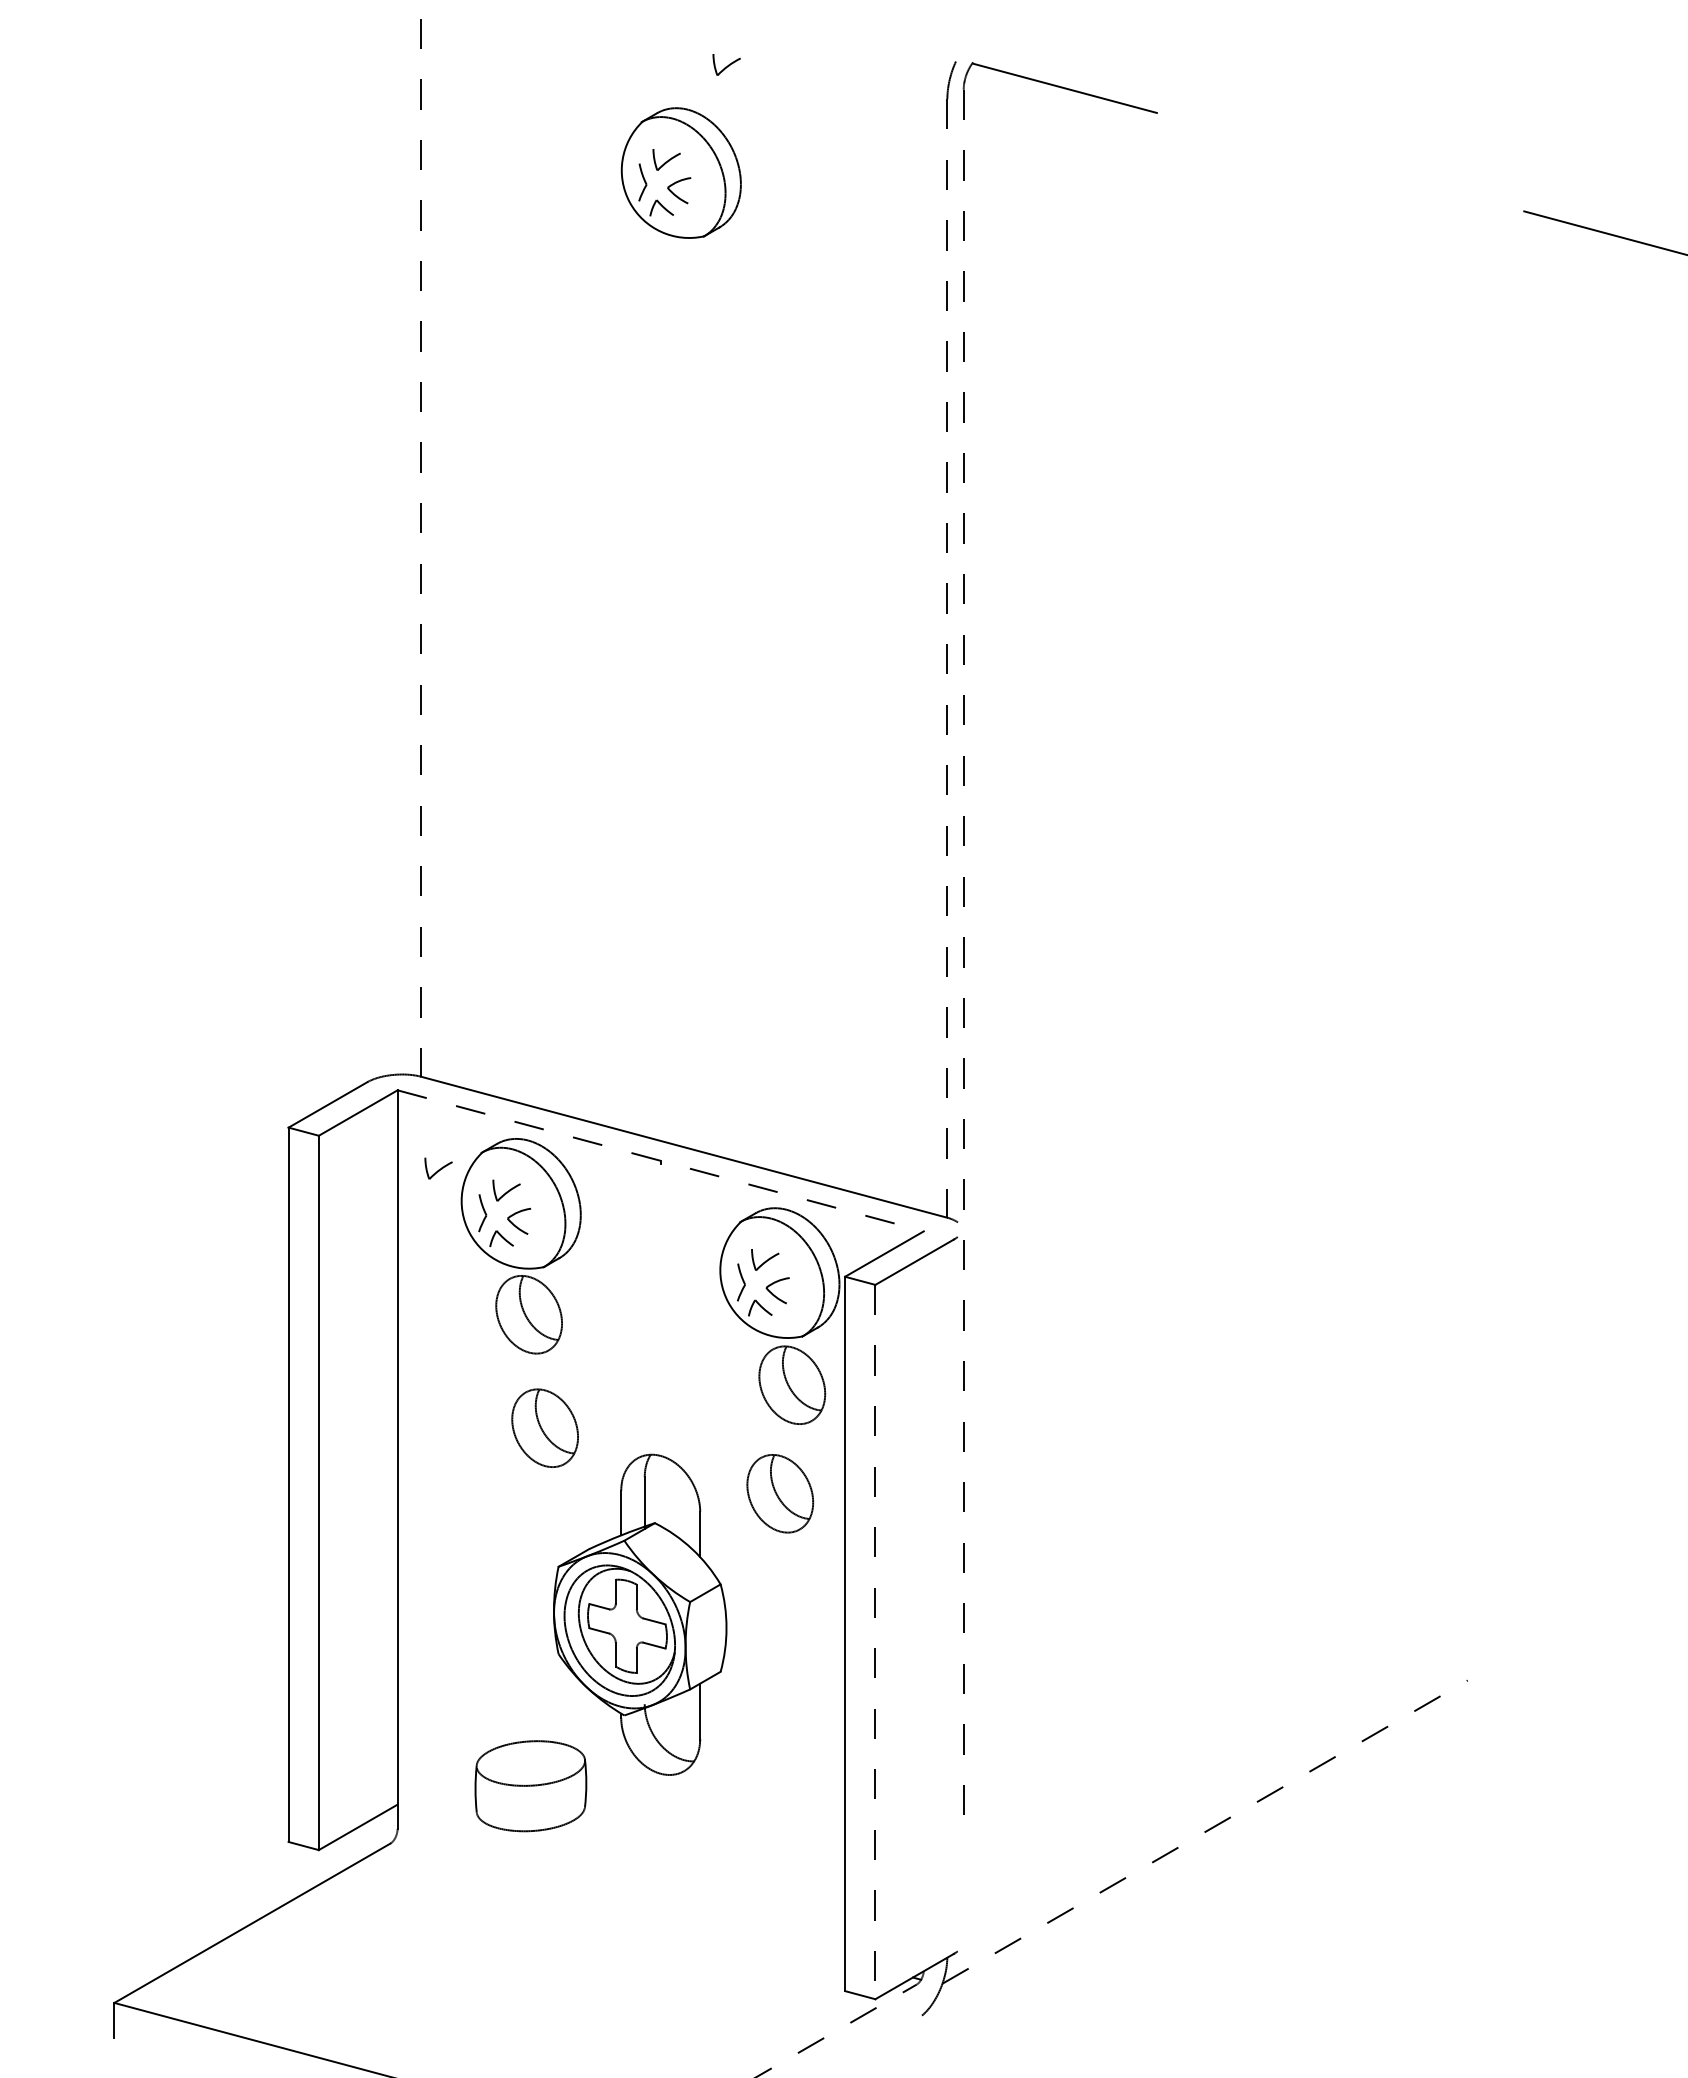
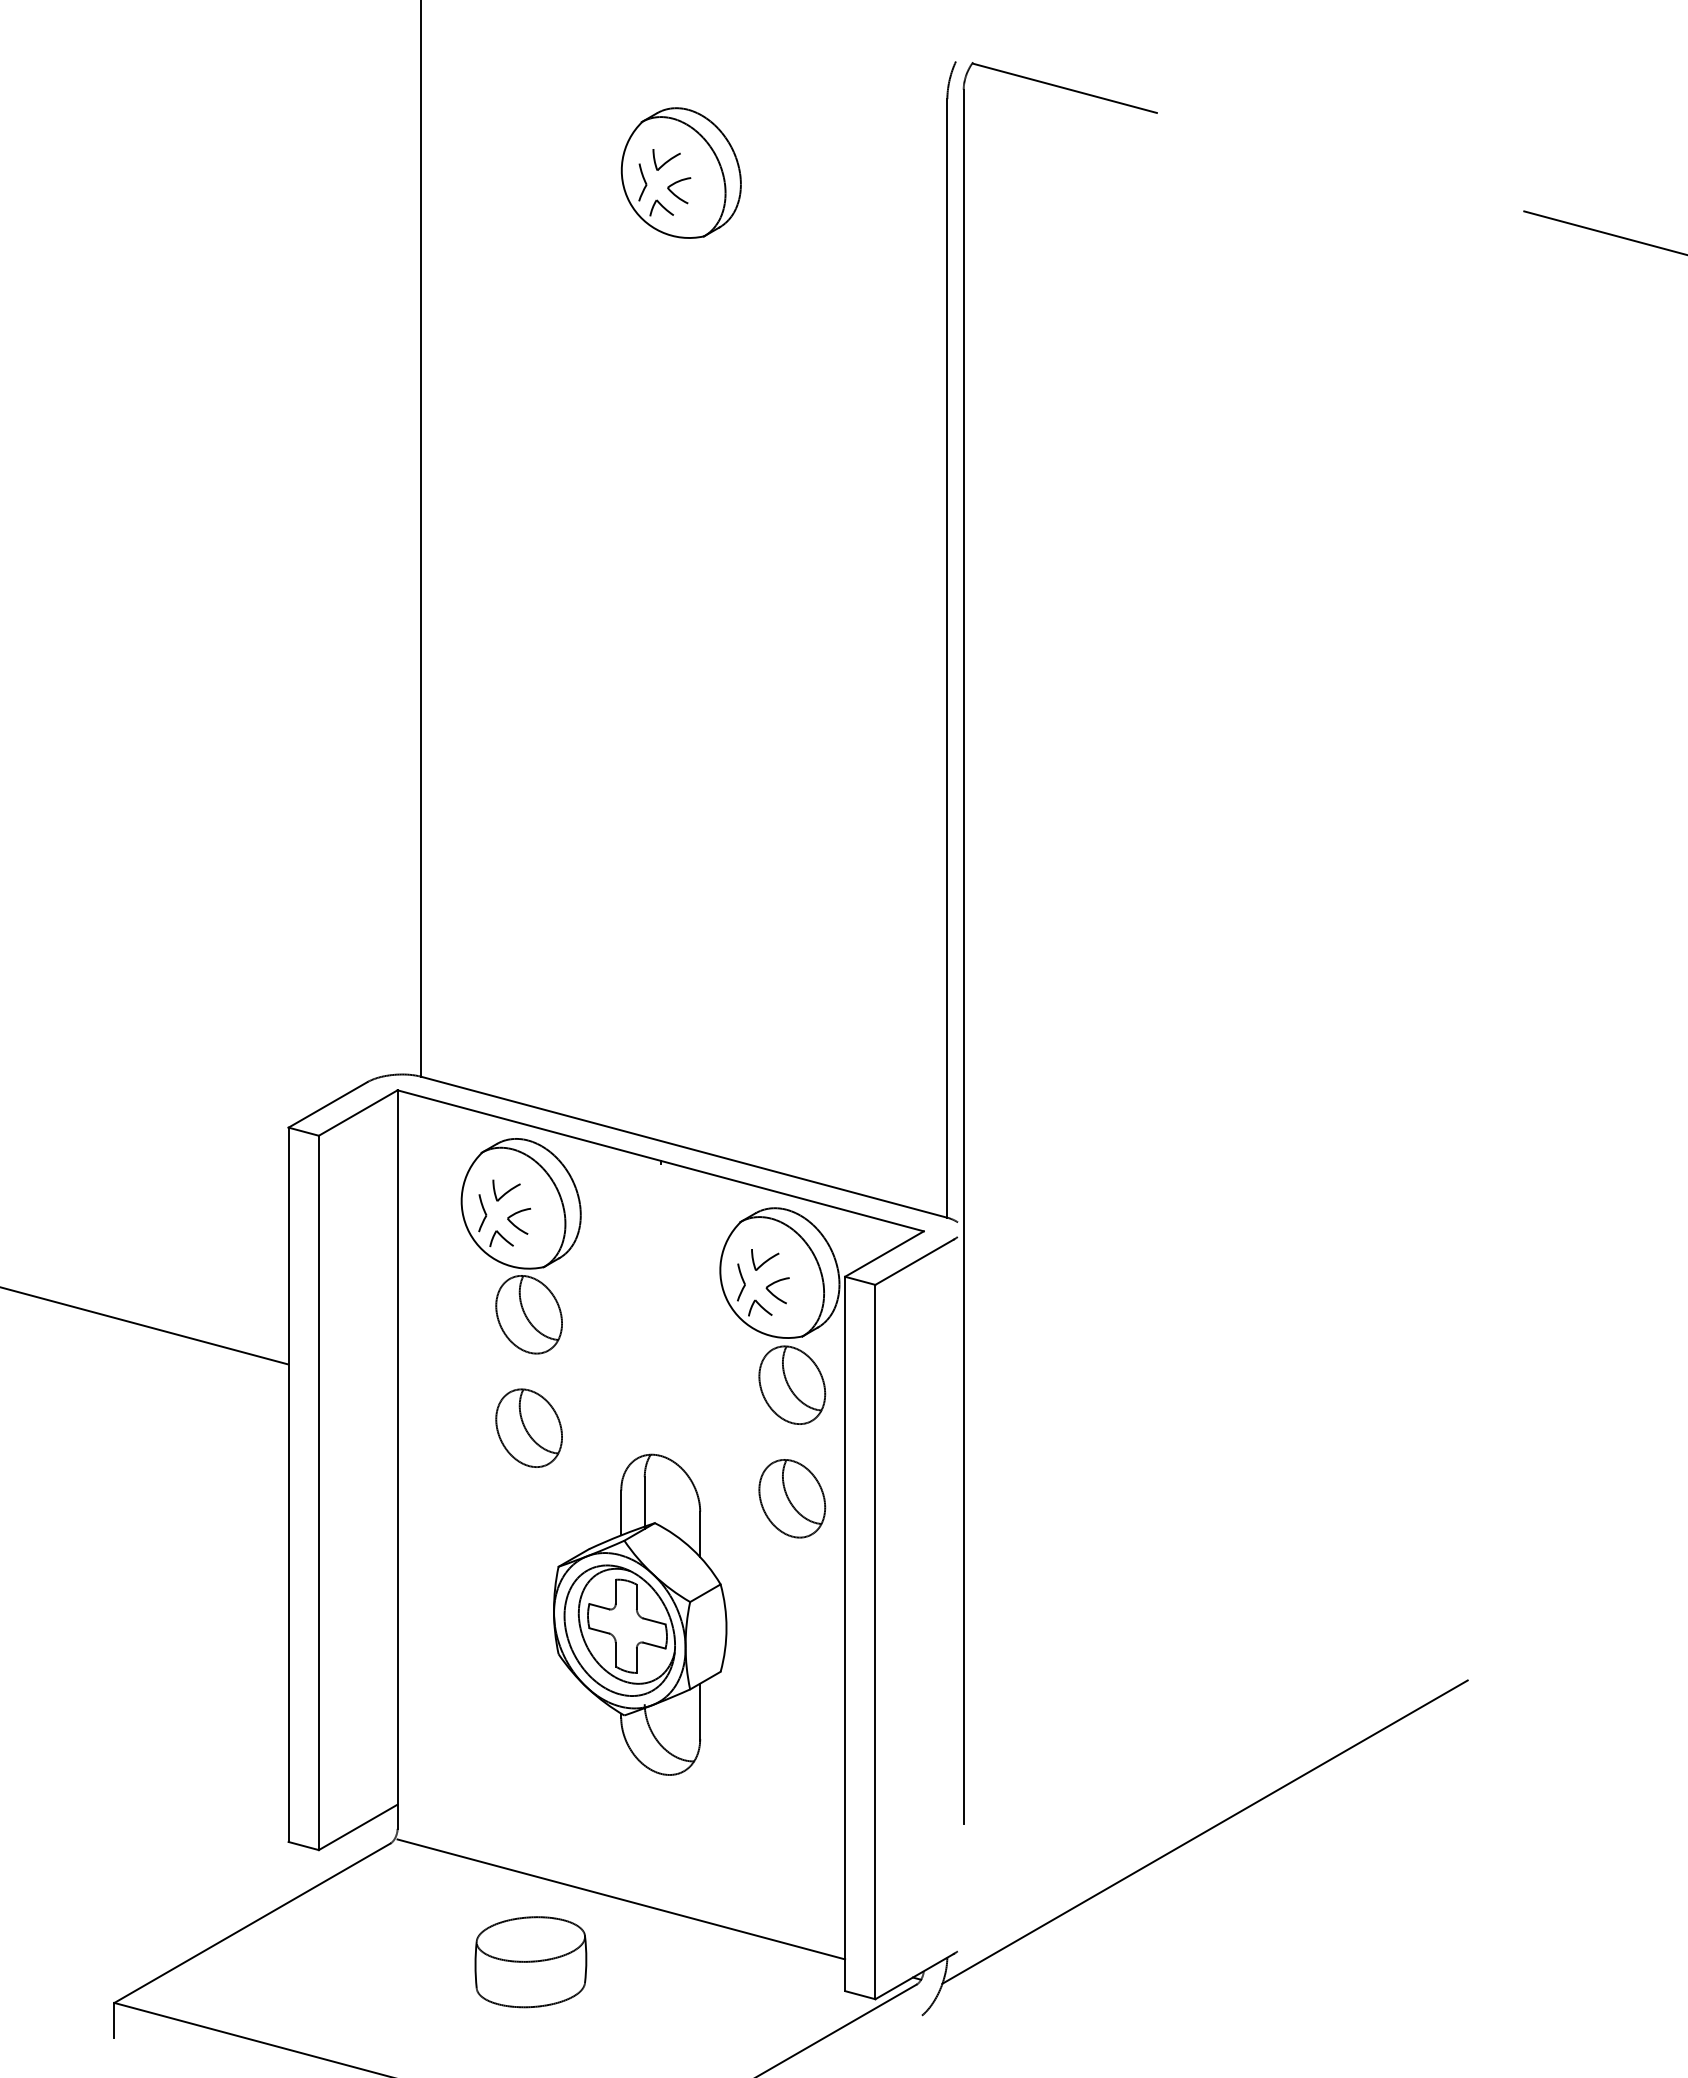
part at (726, 64): present -> none
line at (421, 538): dashed -> solid
line at (947, 658): dashed -> solid
line at (963, 957): dashed -> solid
line at (661, 1160): dashed -> solid
part at (438, 1168): present -> none
line at (145, 1325): none -> present
part at (544, 1427) position: (544, 1427) -> (528, 1427)
part at (780, 1493) position: (780, 1493) -> (792, 1498)
line at (875, 1642): dashed -> solid
part at (530, 1786) position: (530, 1786) -> (530, 1962)
line at (1205, 1831): dashed -> solid
line at (621, 1899): none -> present
line at (836, 2031): dashed -> solid
